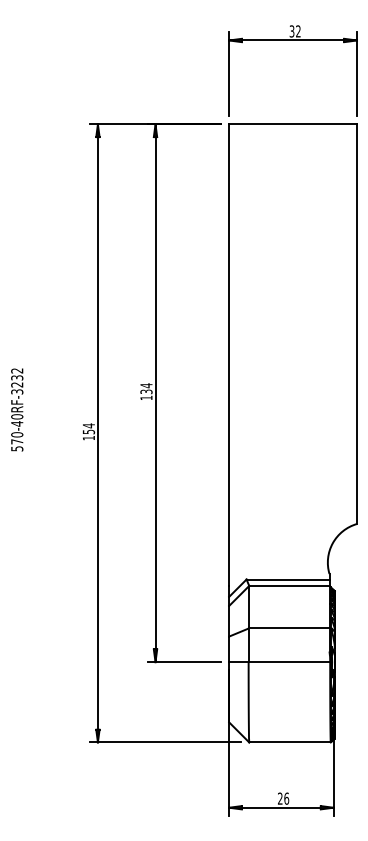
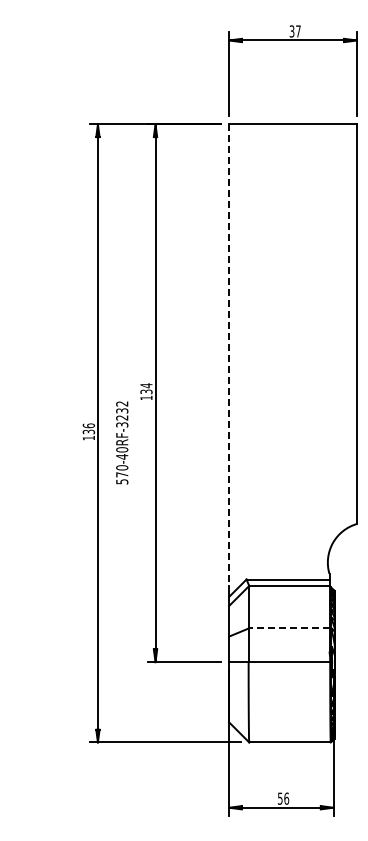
text at (298, 31): 32 -> 37
line at (229, 355): solid -> dashed
text at (17, 409) position: (17, 409) -> (122, 442)
text at (88, 428): 154 -> 136
line at (288, 627): solid -> dashed
text at (280, 798): 26 -> 56
